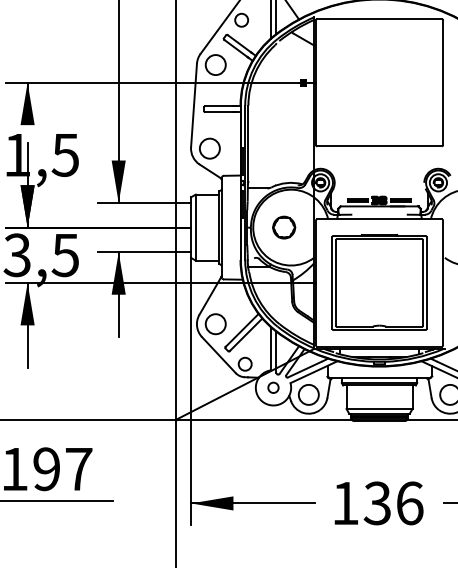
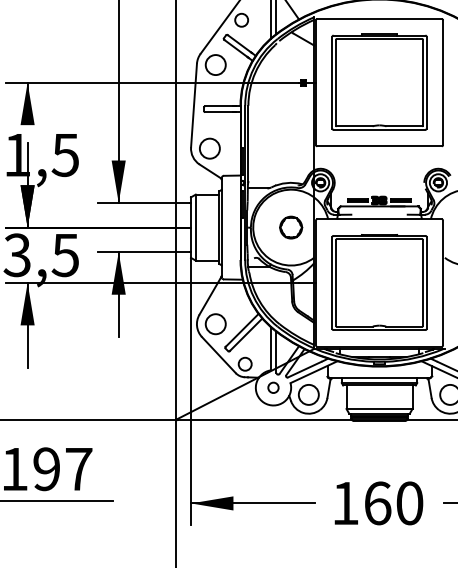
part at (379, 81): none -> present
part at (284, 227) position: (284, 227) -> (291, 227)
text at (393, 503): 136 -> 160
